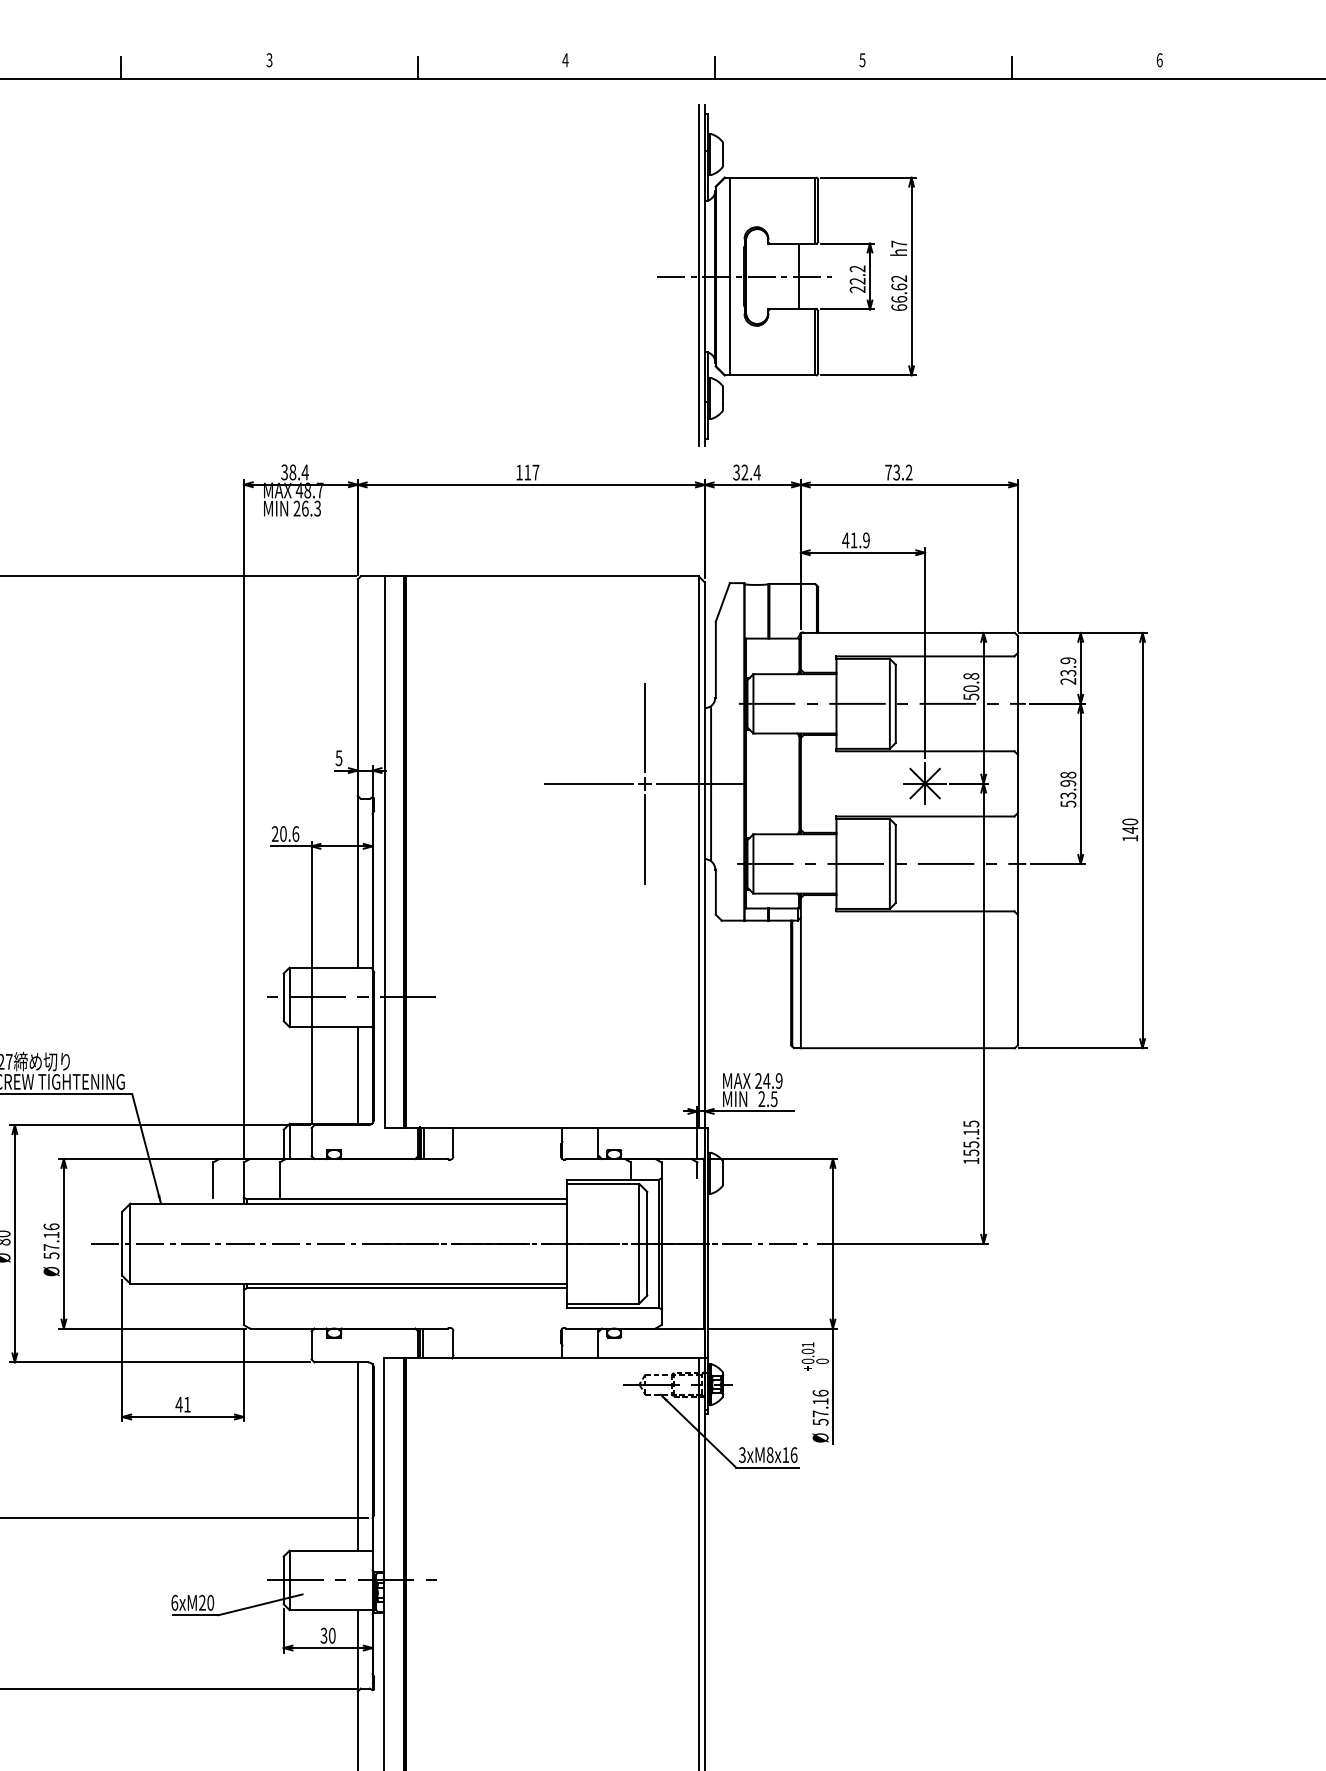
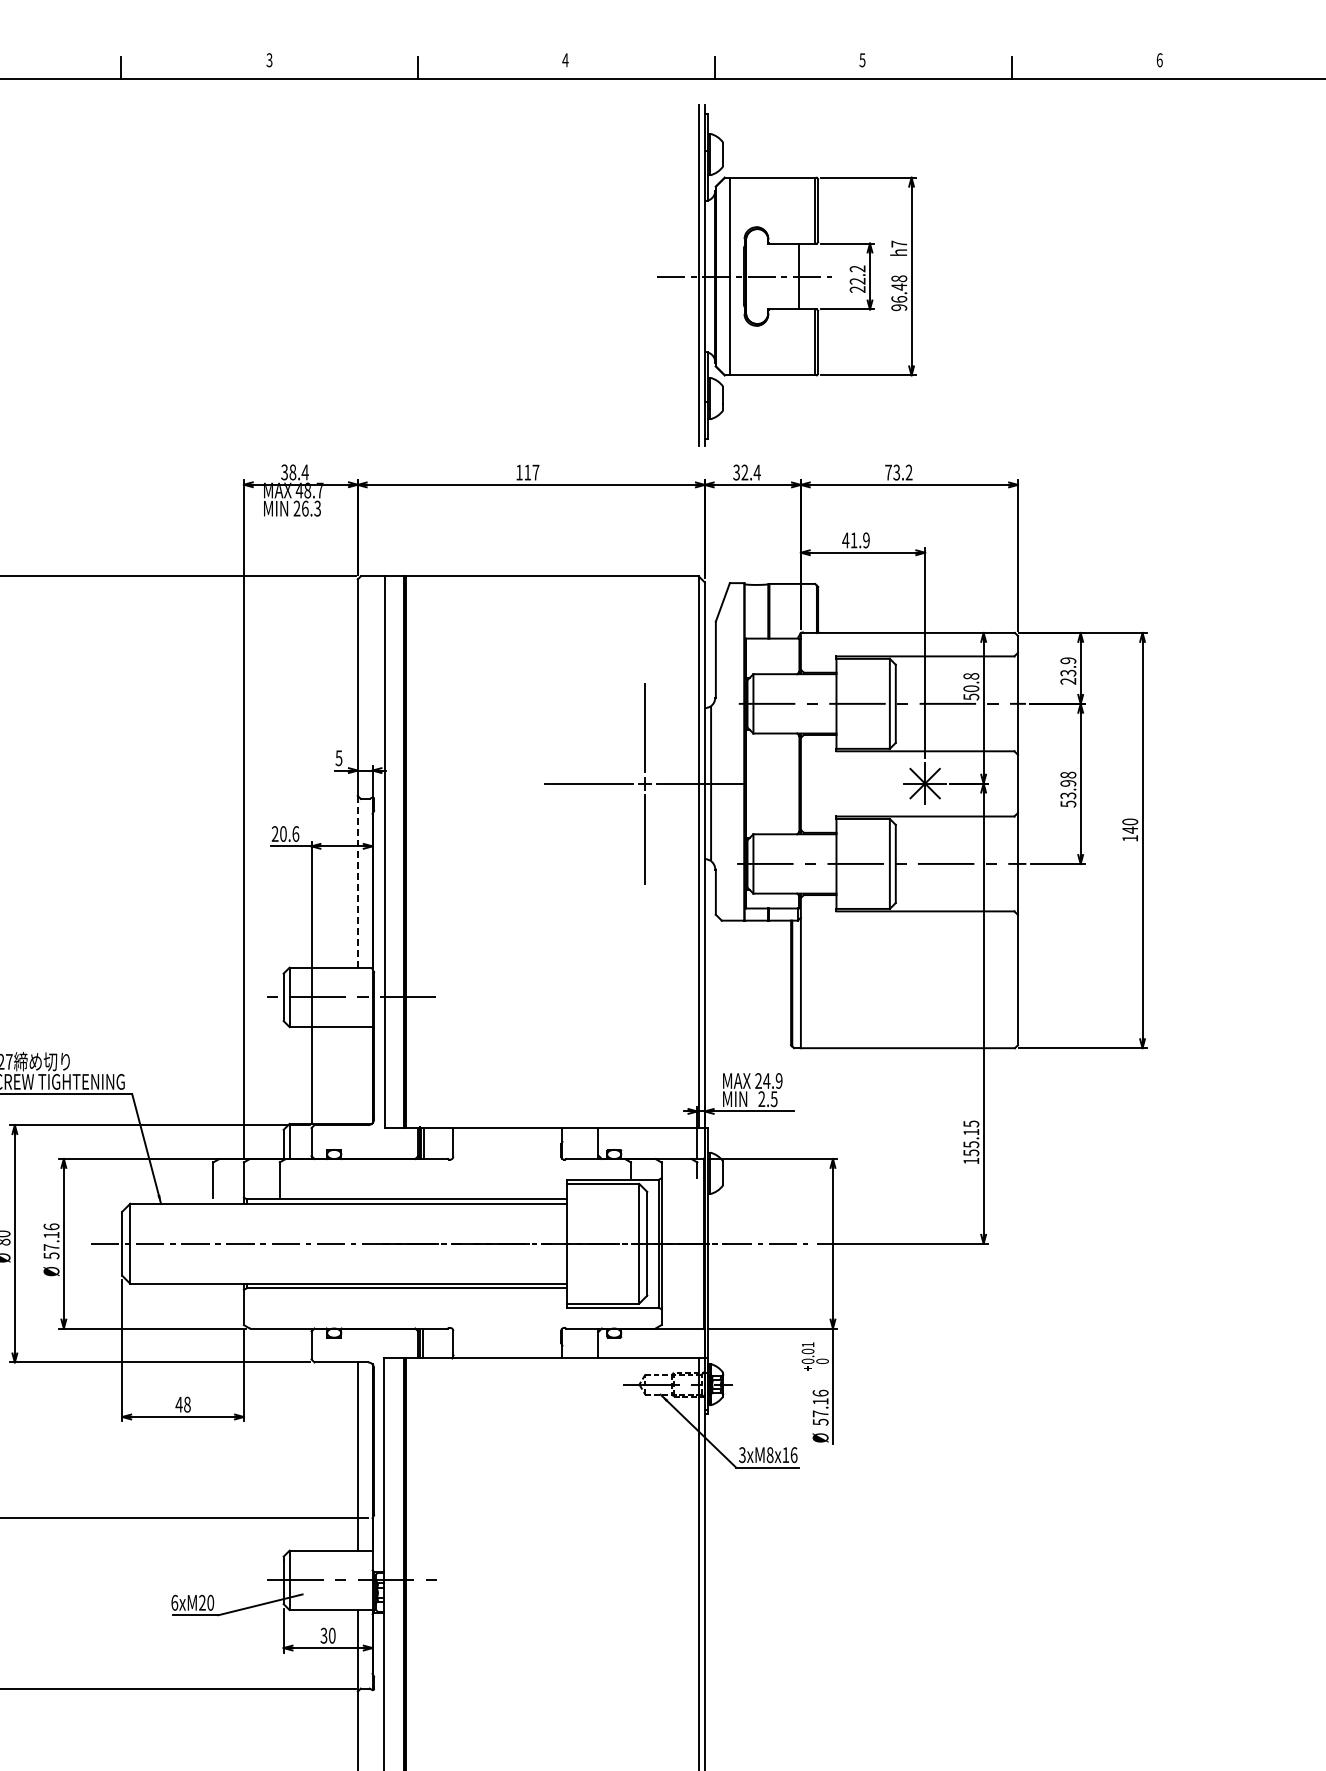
text at (899, 293): 66.62 -> 96.48
line at (357, 881): solid -> dashed
line at (357, 1075): present -> none
text at (187, 1404): 41 -> 48
